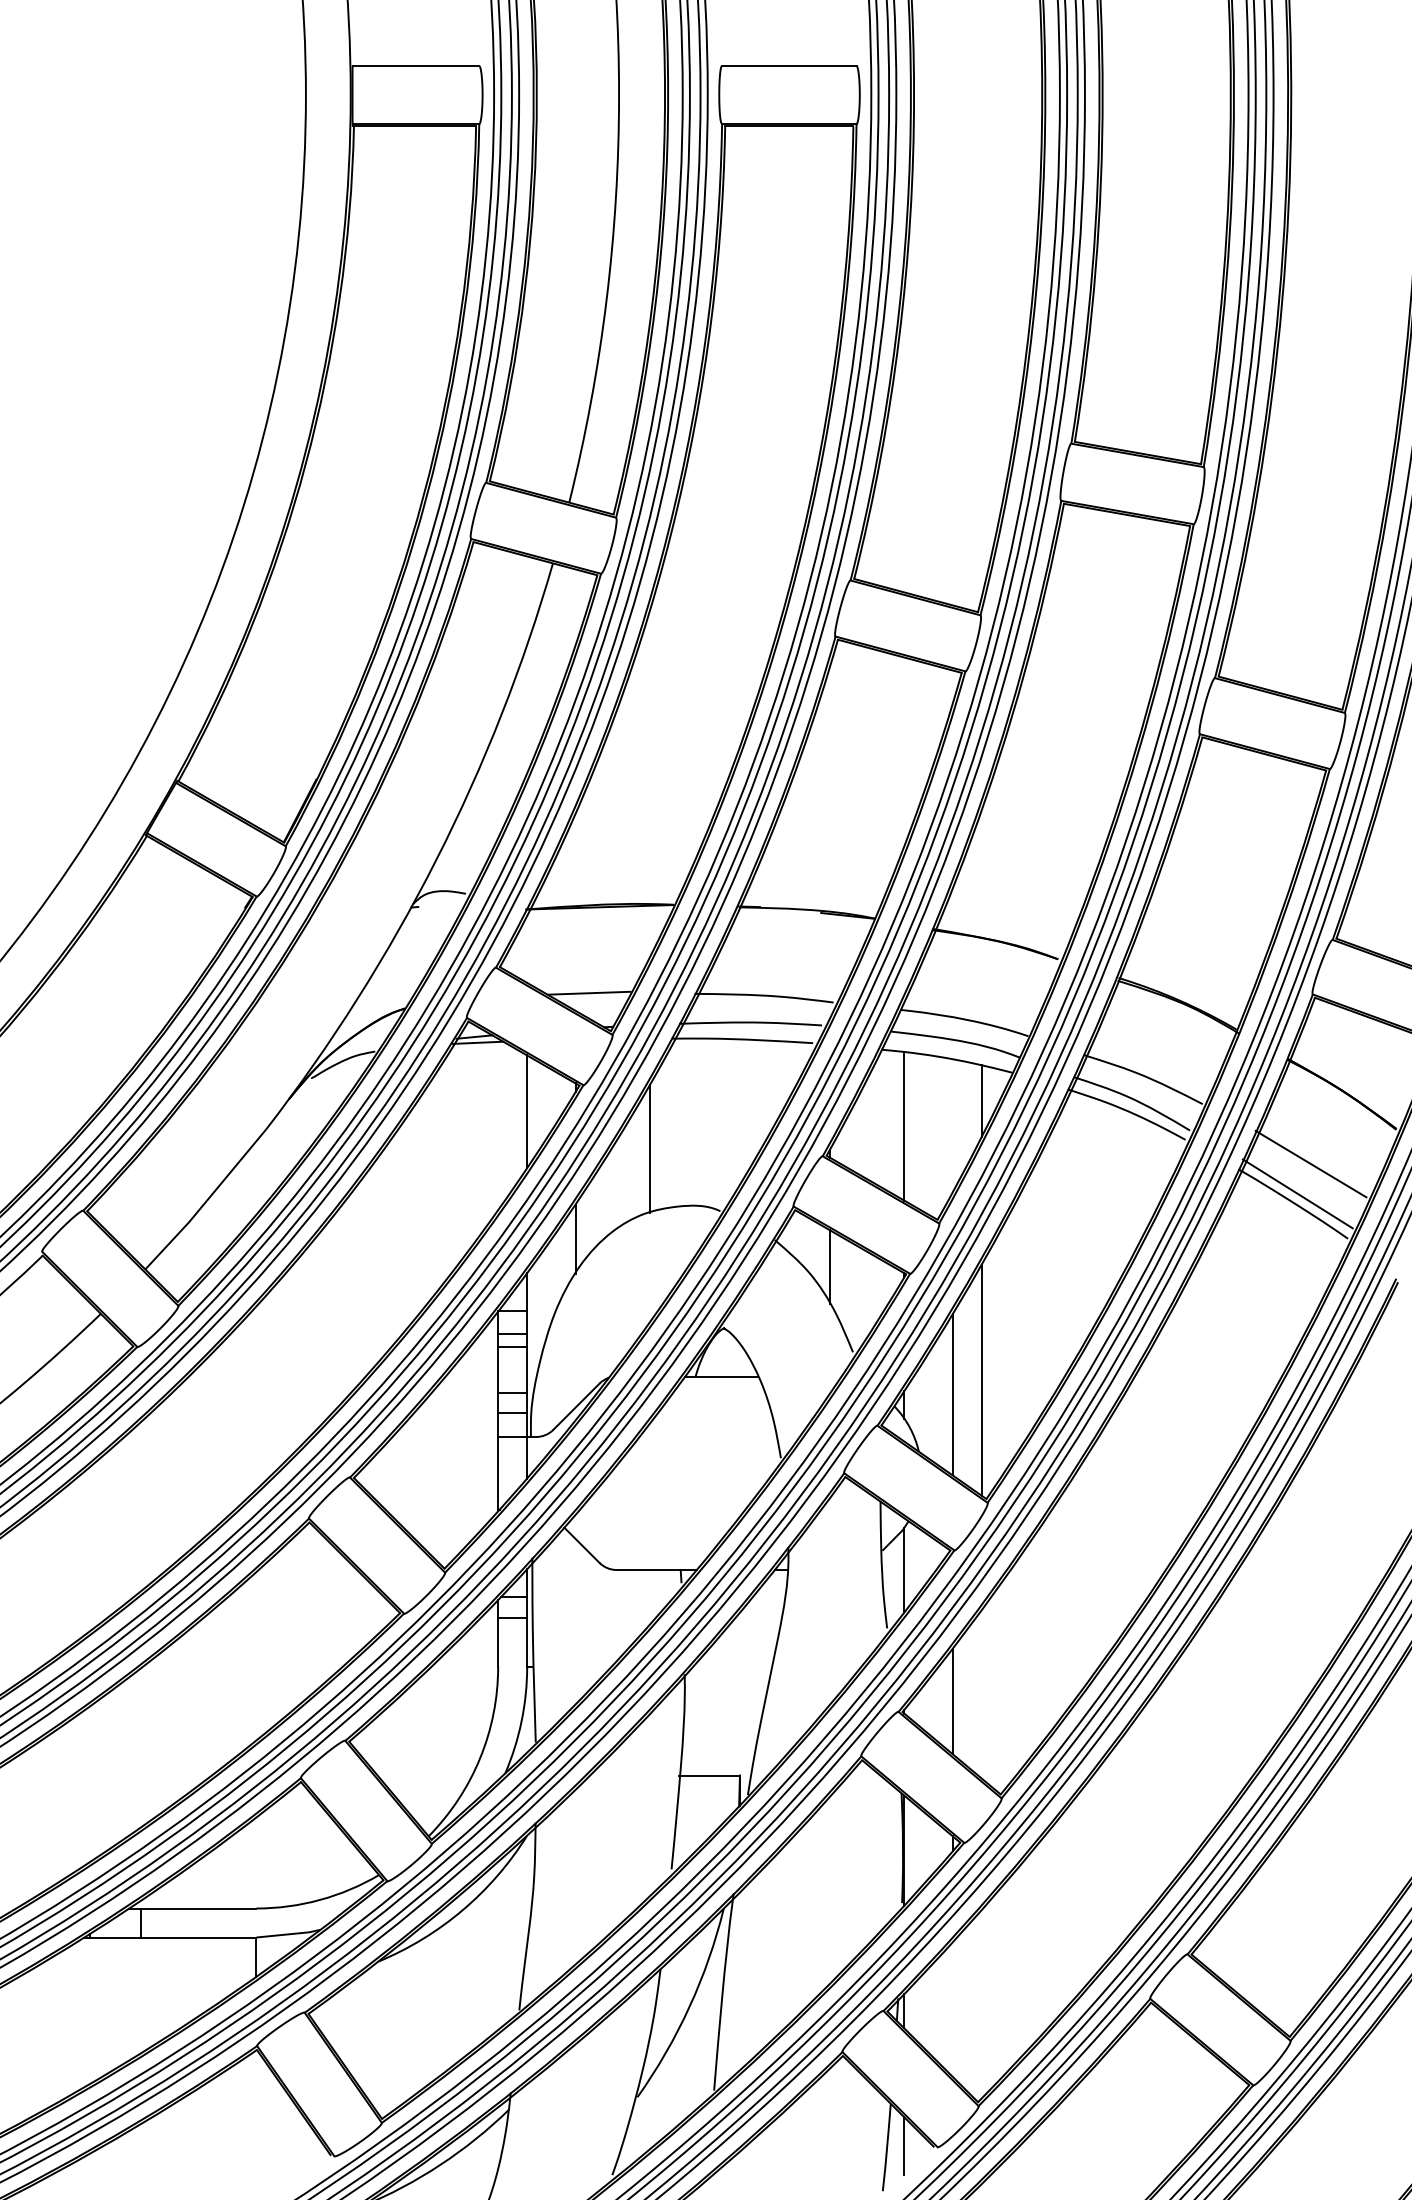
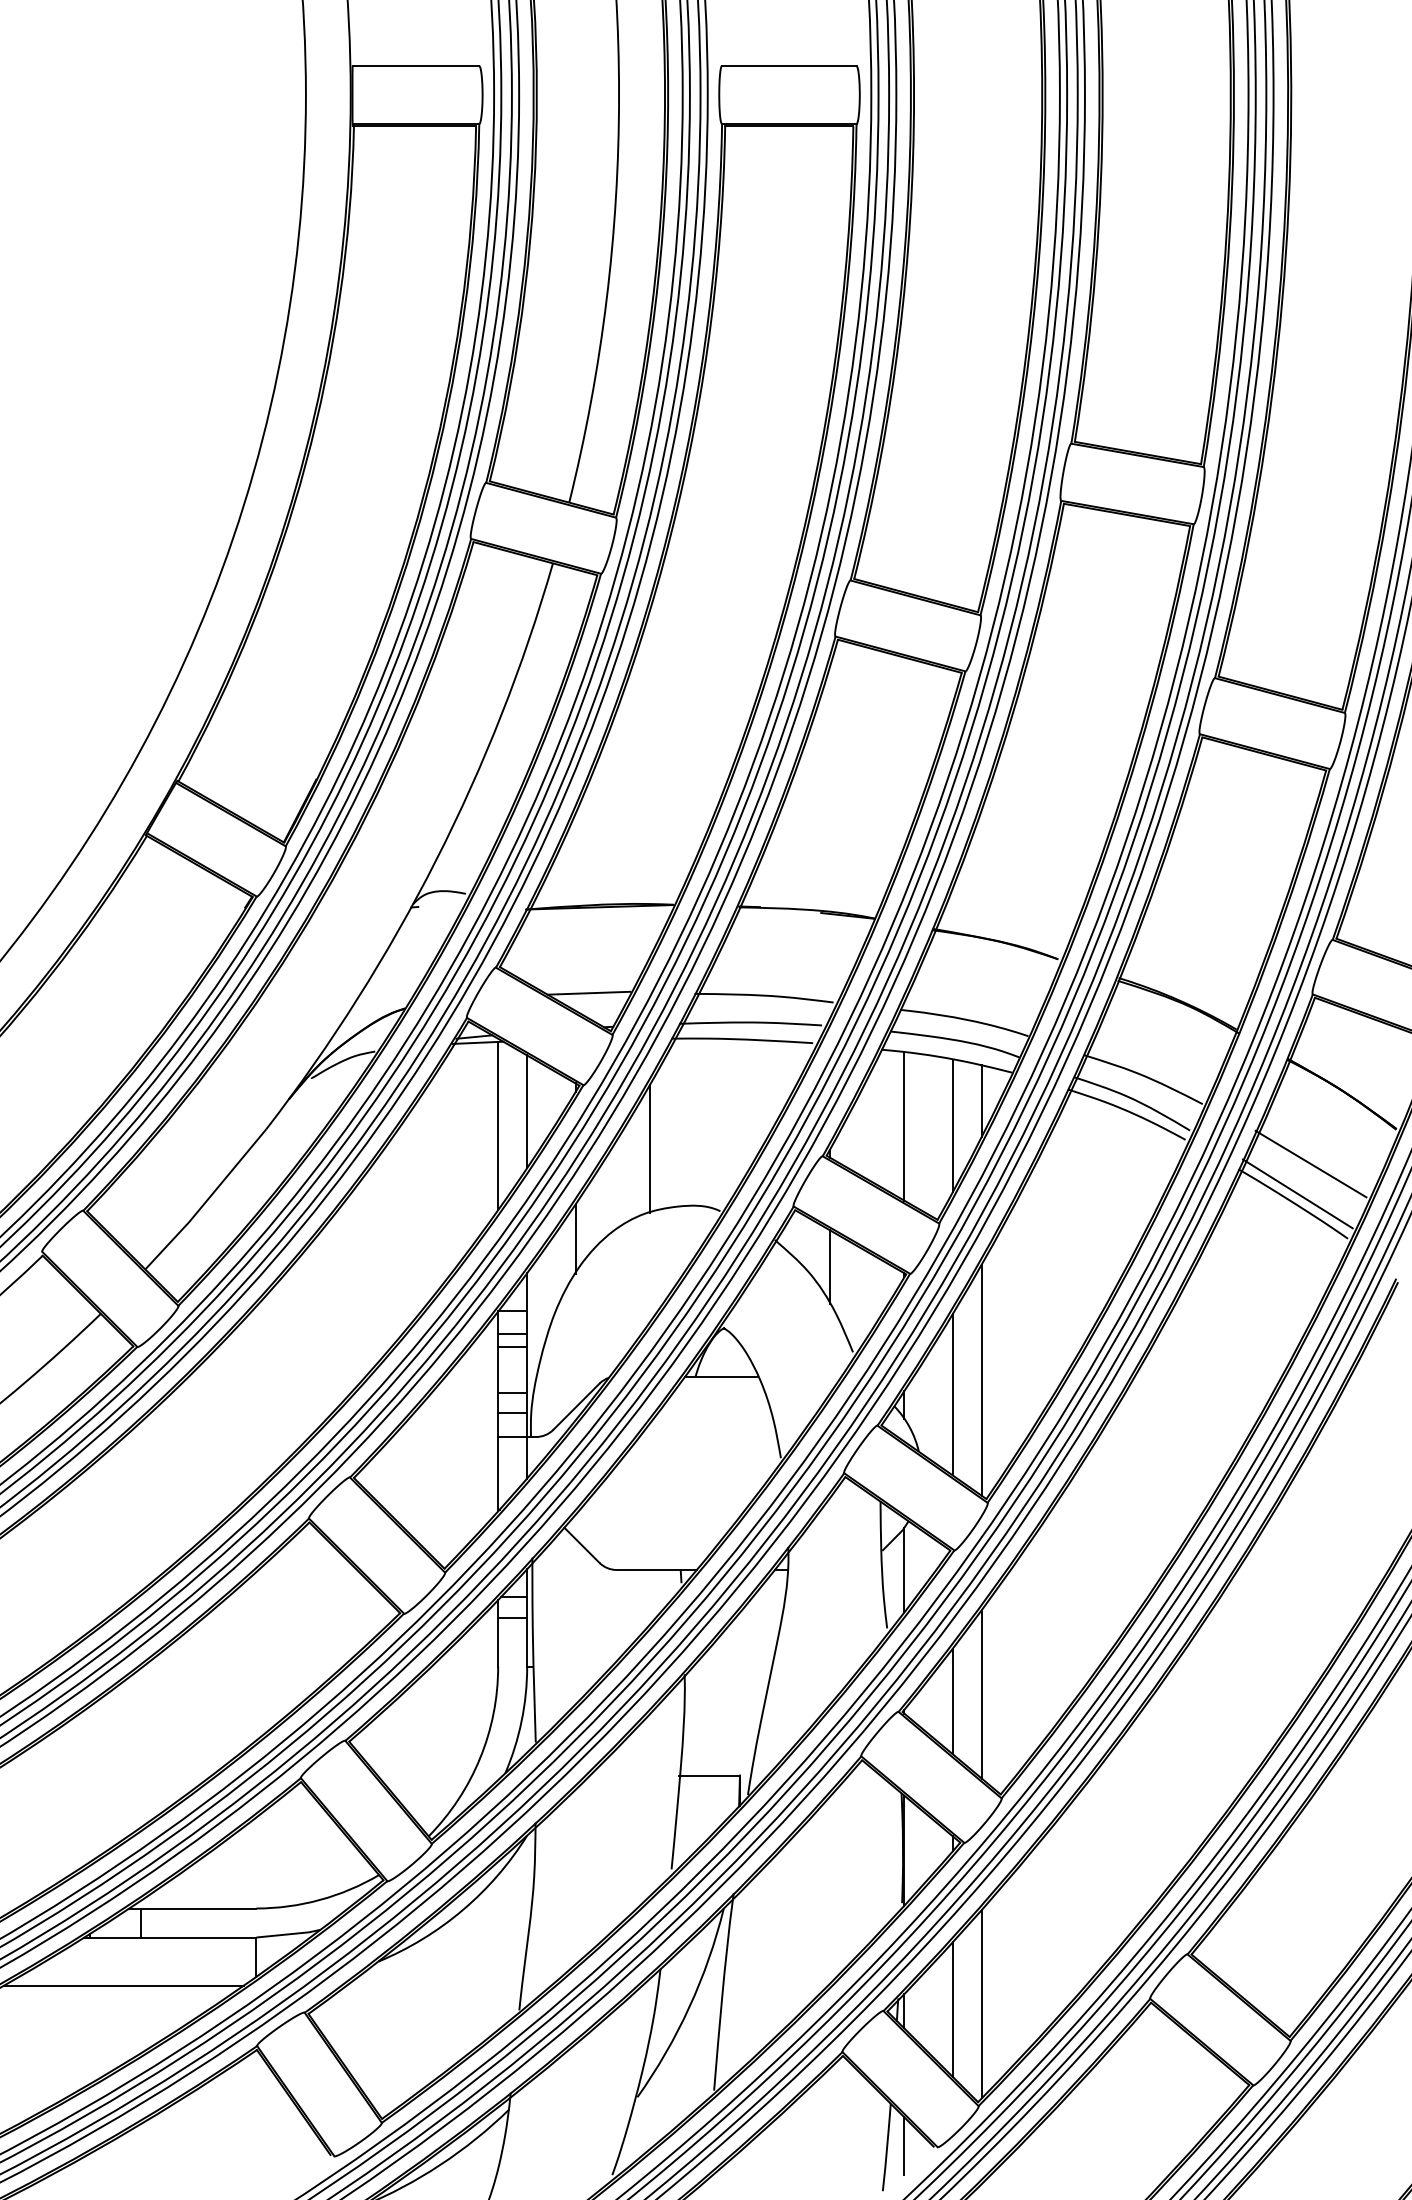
line at (498, 1125): none -> present
line at (952, 1126): none -> present
line at (981, 1694): none -> present
line at (123, 1985): none -> present
line at (981, 2004): none -> present
line at (952, 2009): none -> present
